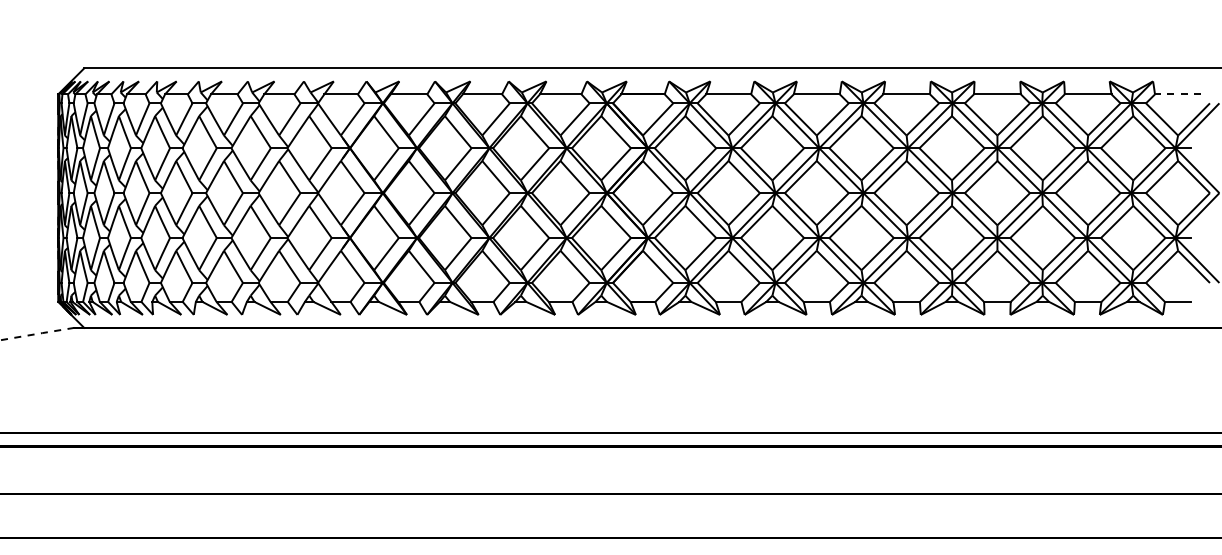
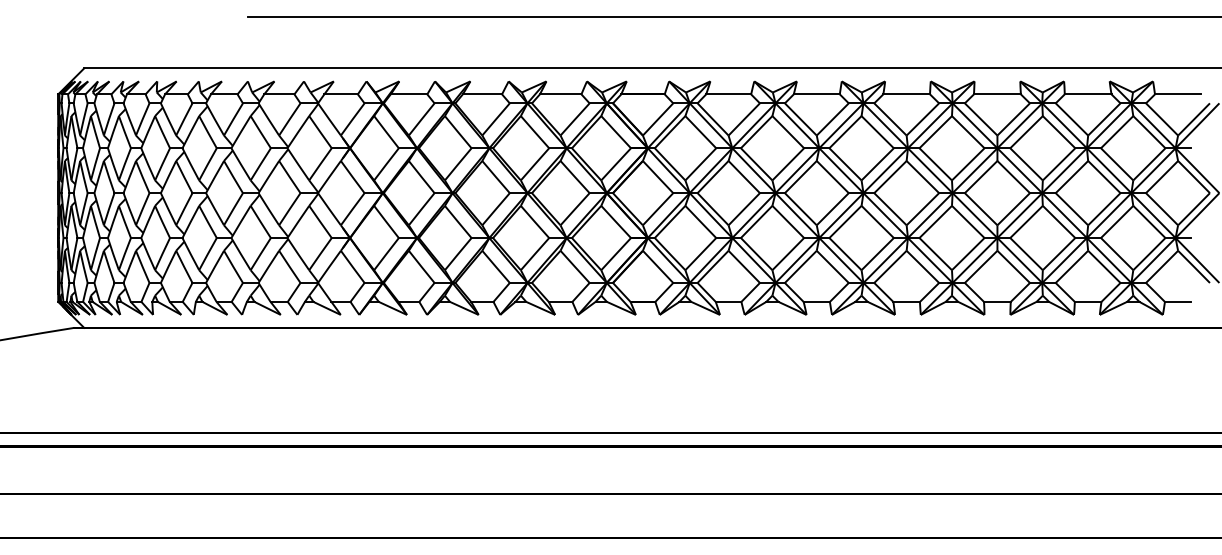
line at (732, 16): none -> present
line at (1177, 94): dashed -> solid
arc at (36, 334): dashed -> solid
